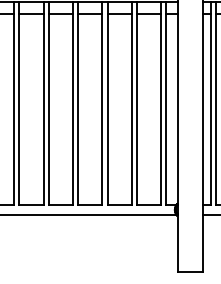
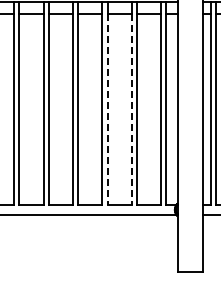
line at (107, 109): solid -> dashed
line at (131, 109): solid -> dashed
